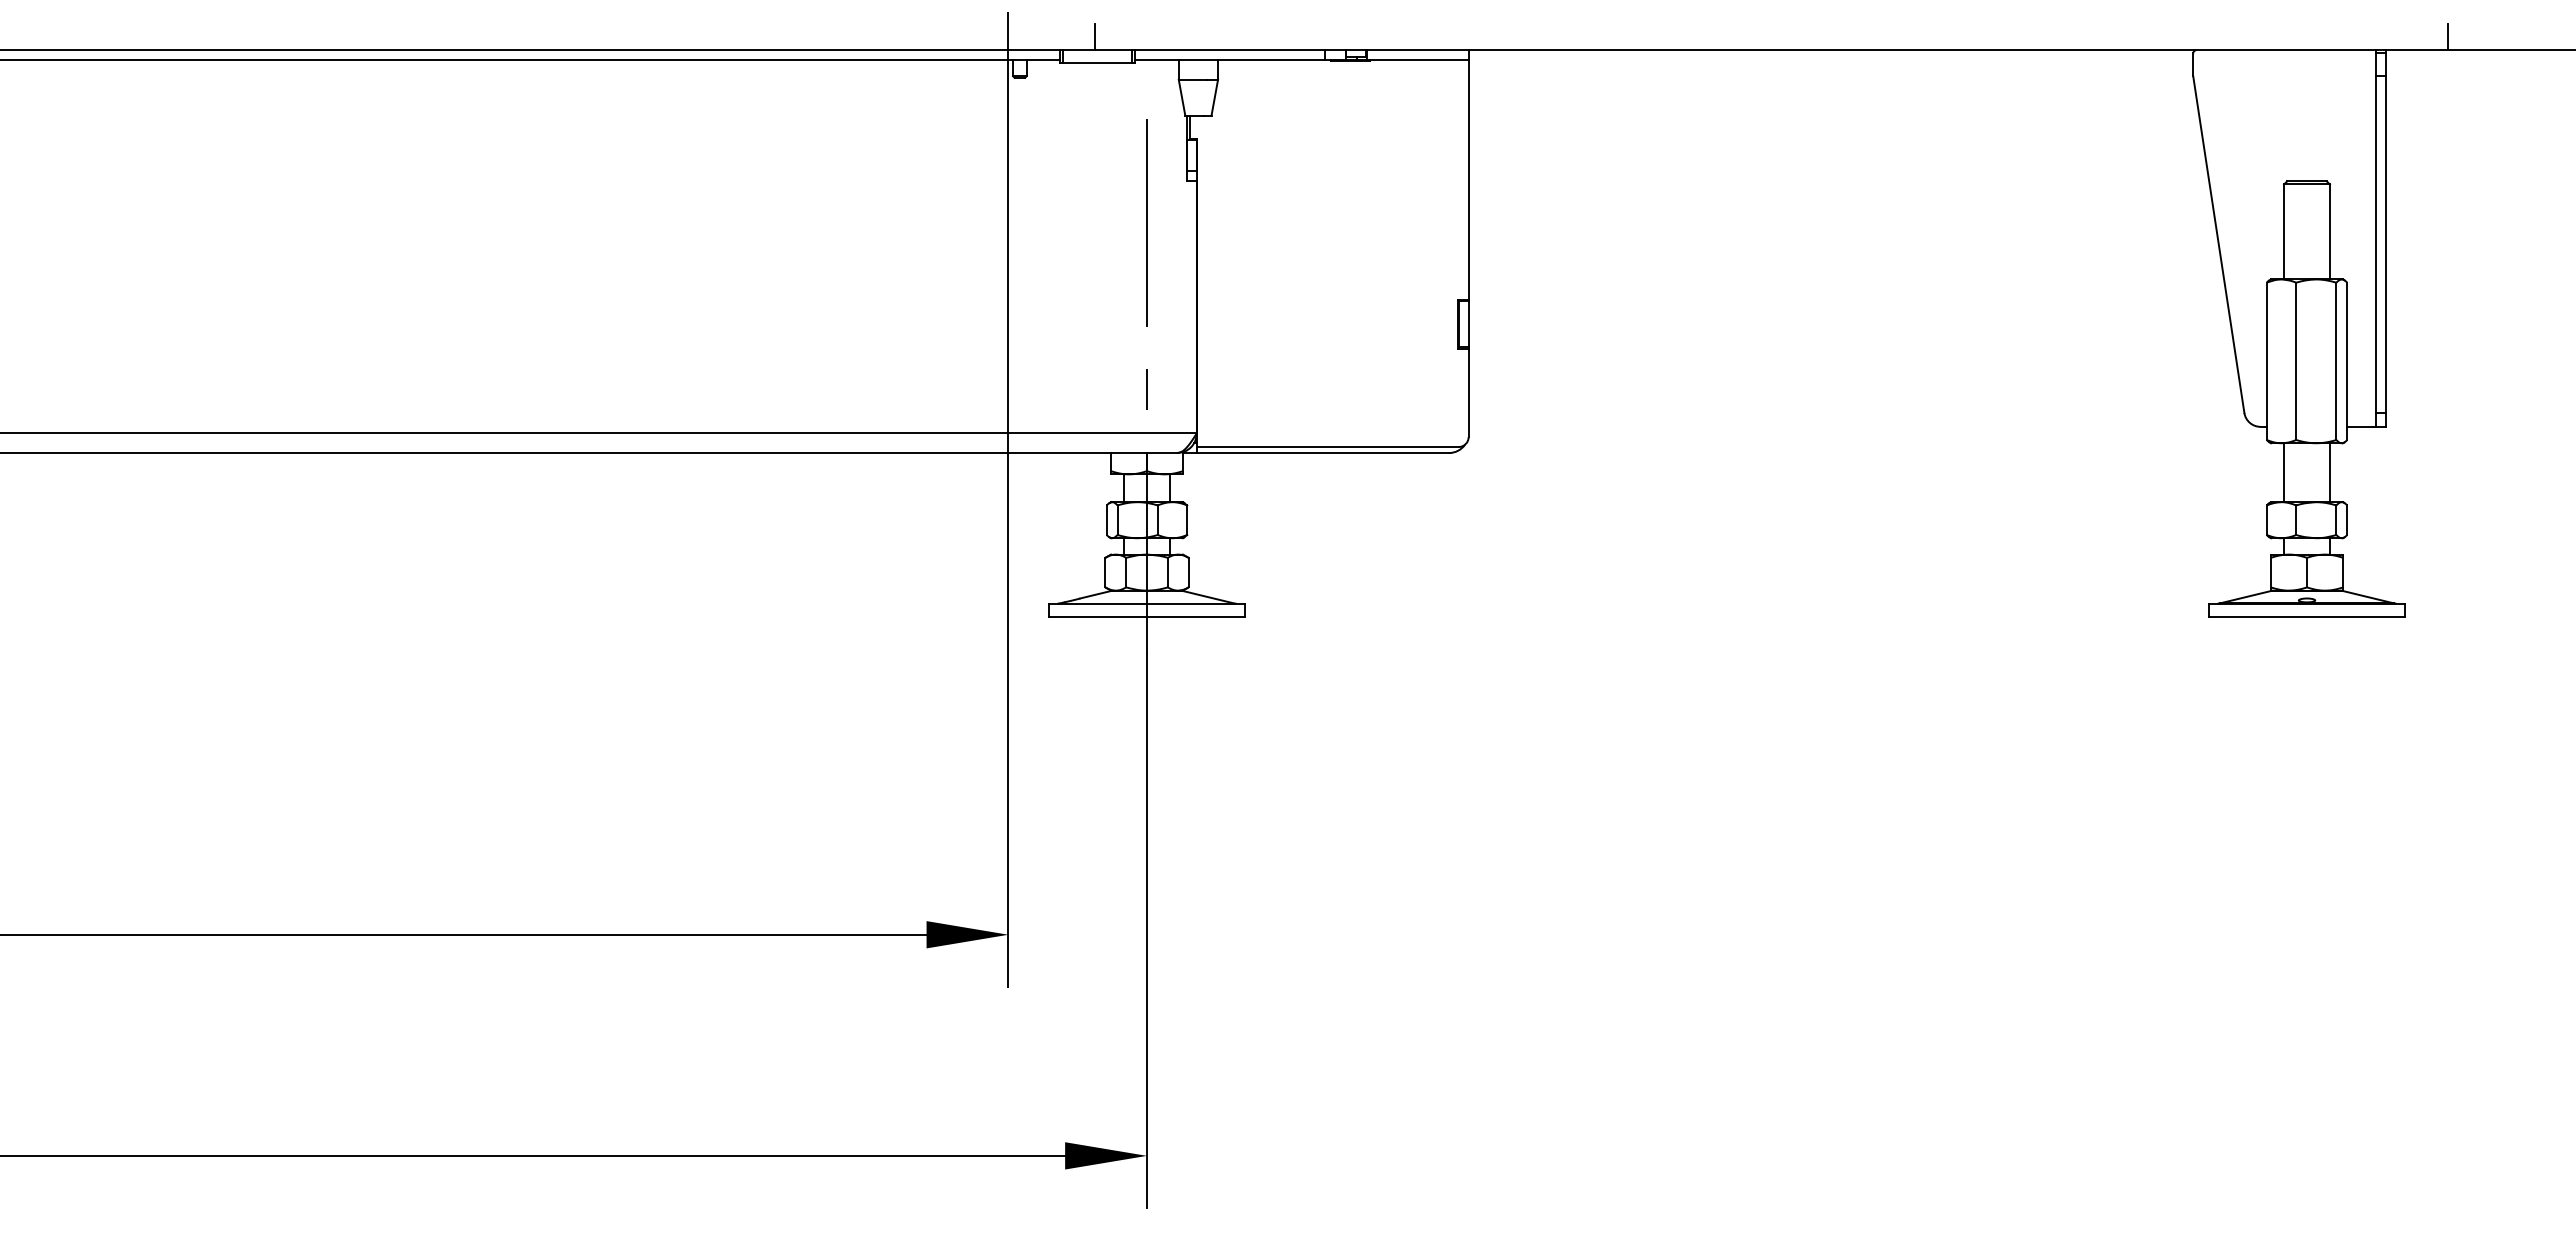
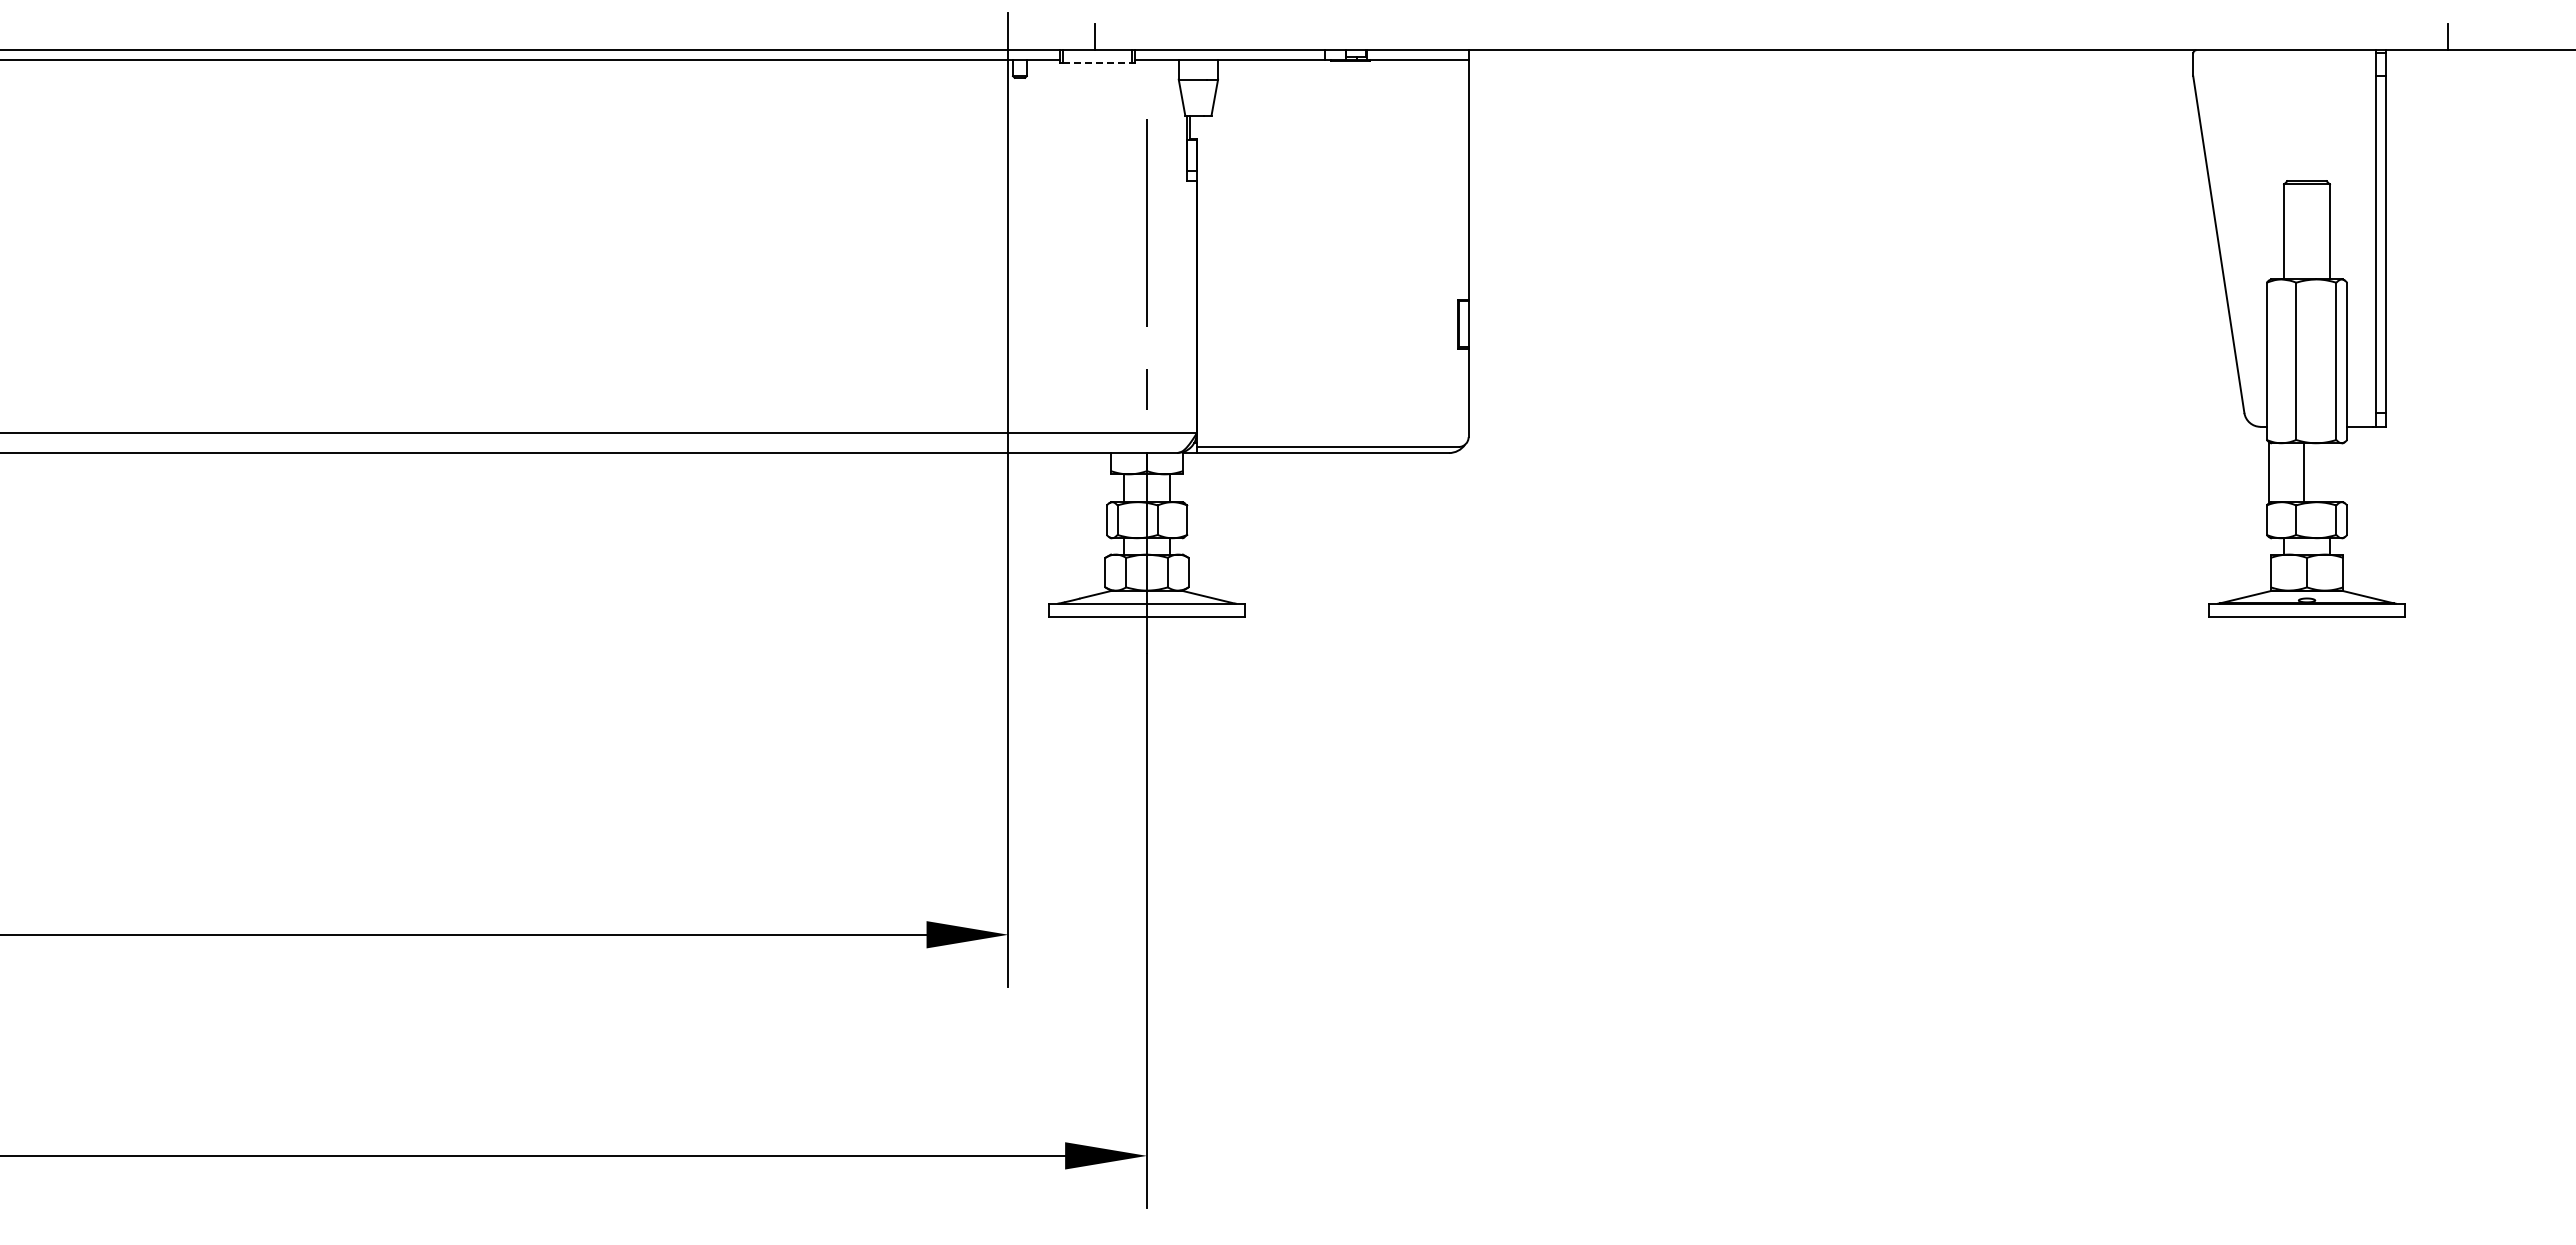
line at (1098, 63): solid -> dashed
line at (2284, 472) position: (2284, 472) -> (2269, 472)
line at (2329, 472) position: (2329, 472) -> (2303, 472)
